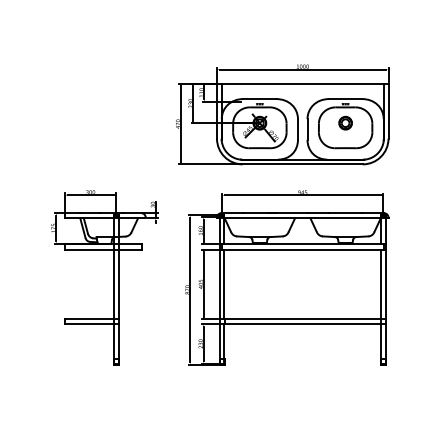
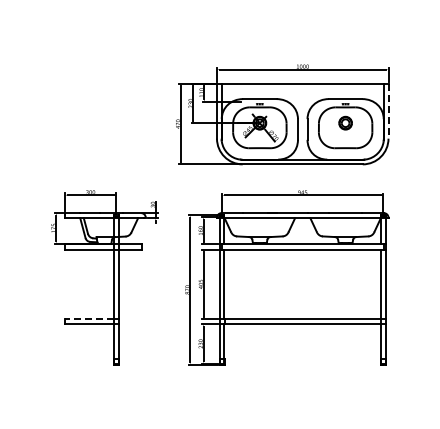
line at (388, 111): solid -> dashed
line at (88, 319): solid -> dashed
